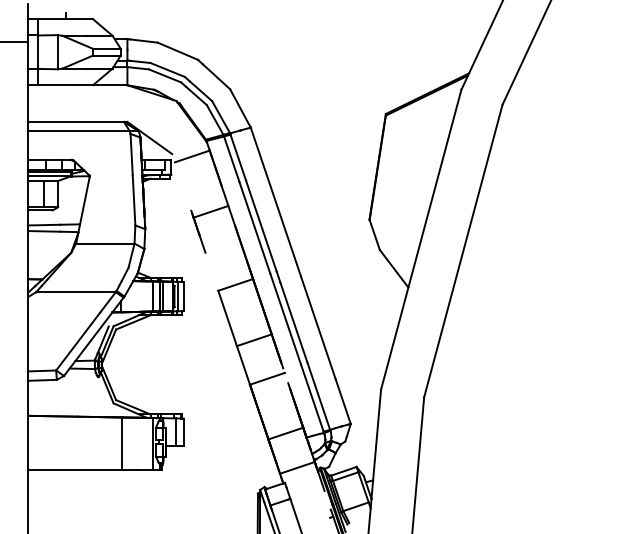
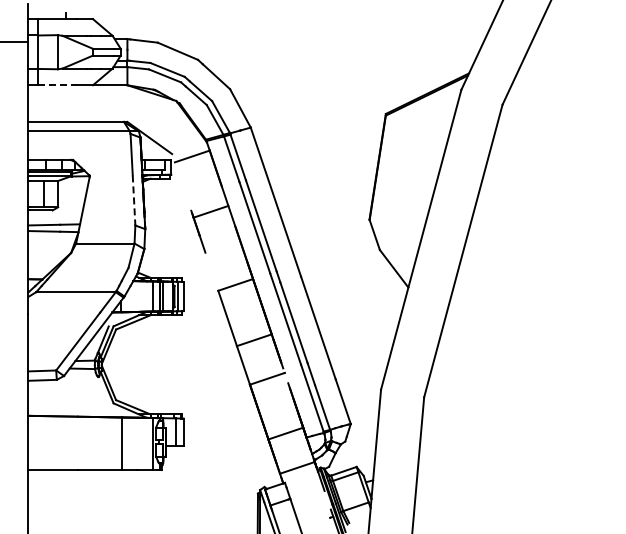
line at (58, 85): solid -> dashed
line at (134, 200): solid -> dashed
